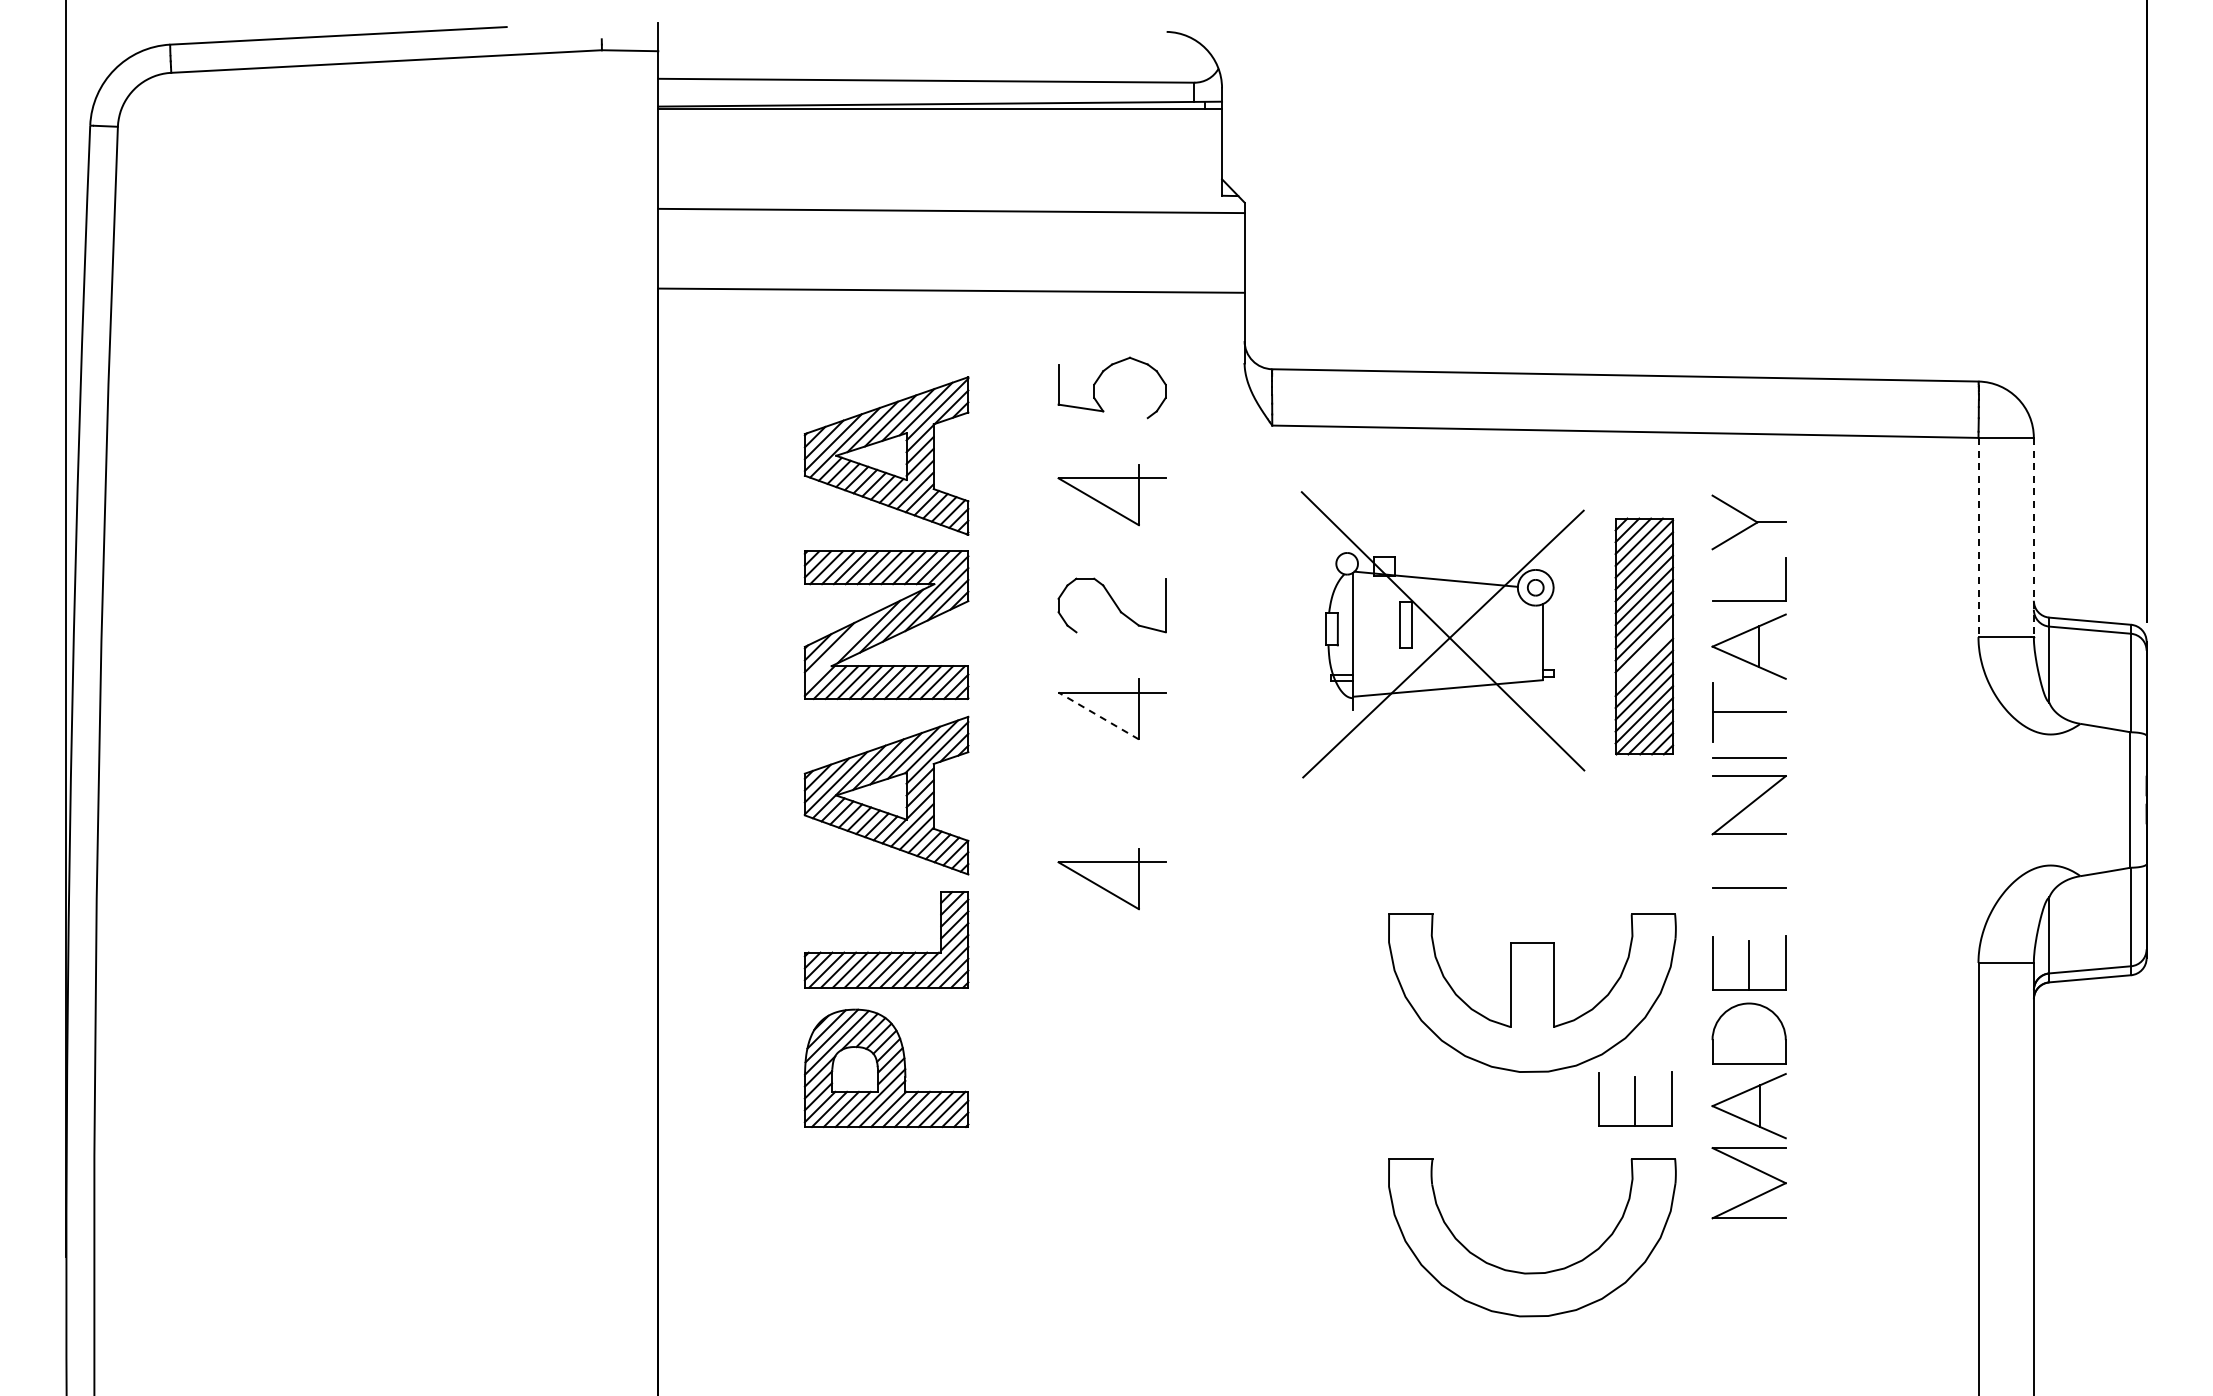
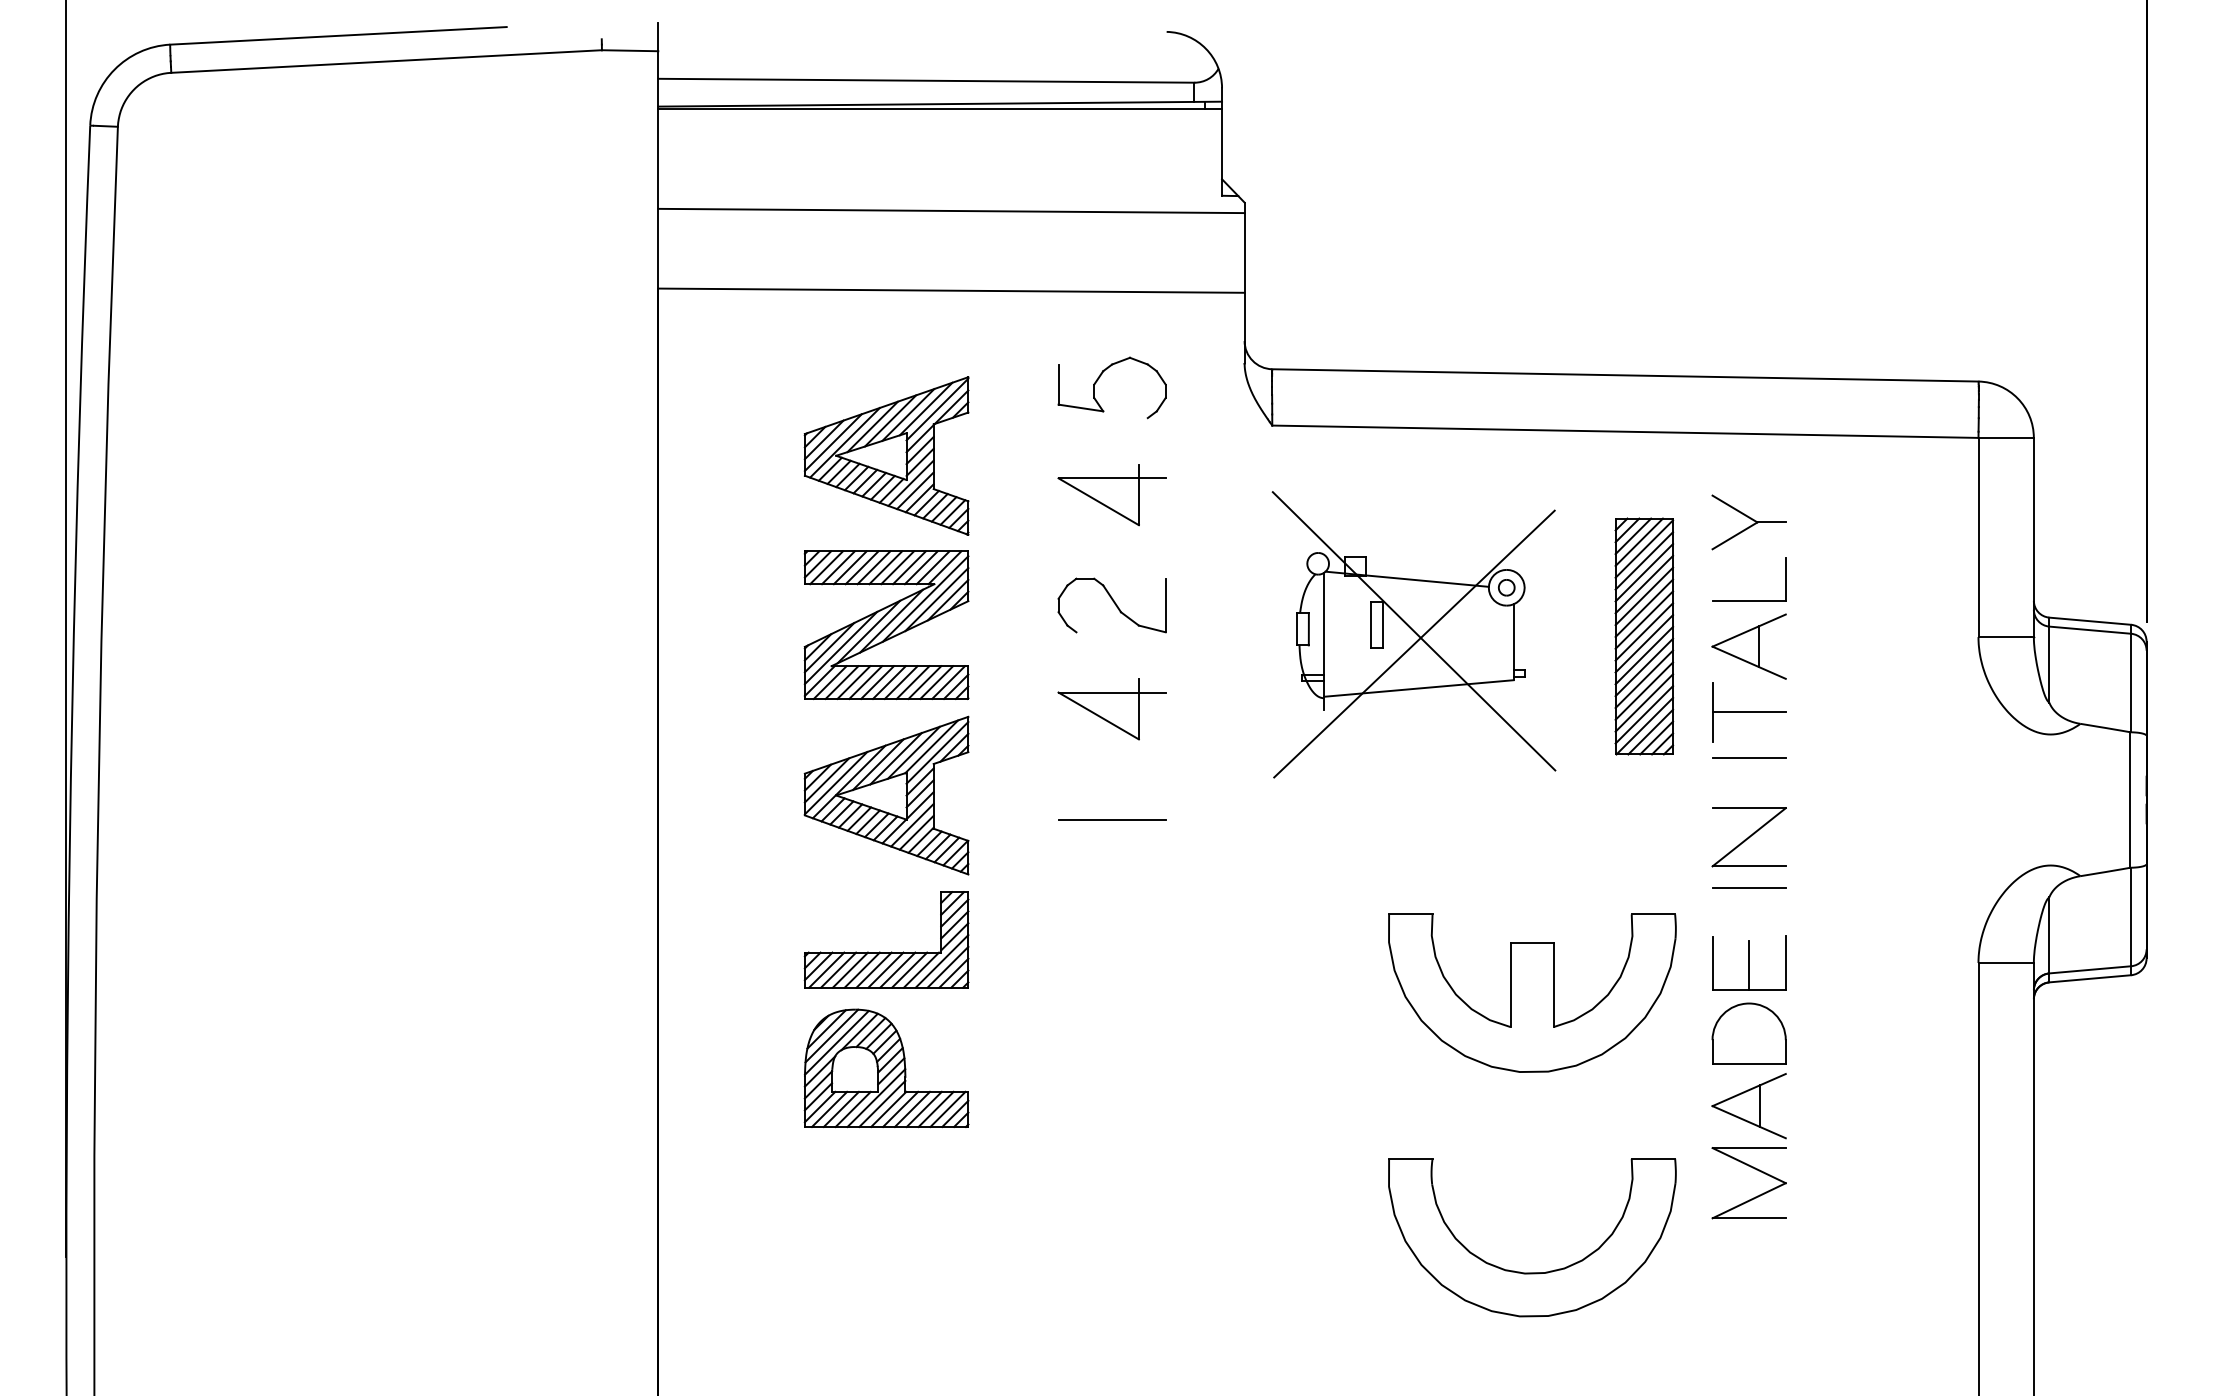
line at (1978, 537): dashed -> solid
line at (2033, 537): dashed -> solid
part at (1442, 634) position: (1442, 634) -> (1413, 634)
line at (840, 647): none -> present
line at (1644, 655): none -> present
line at (1098, 715): dashed -> solid
part at (1748, 805) position: (1748, 805) -> (1748, 837)
line at (1111, 819): none -> present
part at (1111, 879): present -> none
part at (1635, 1098): present -> none
